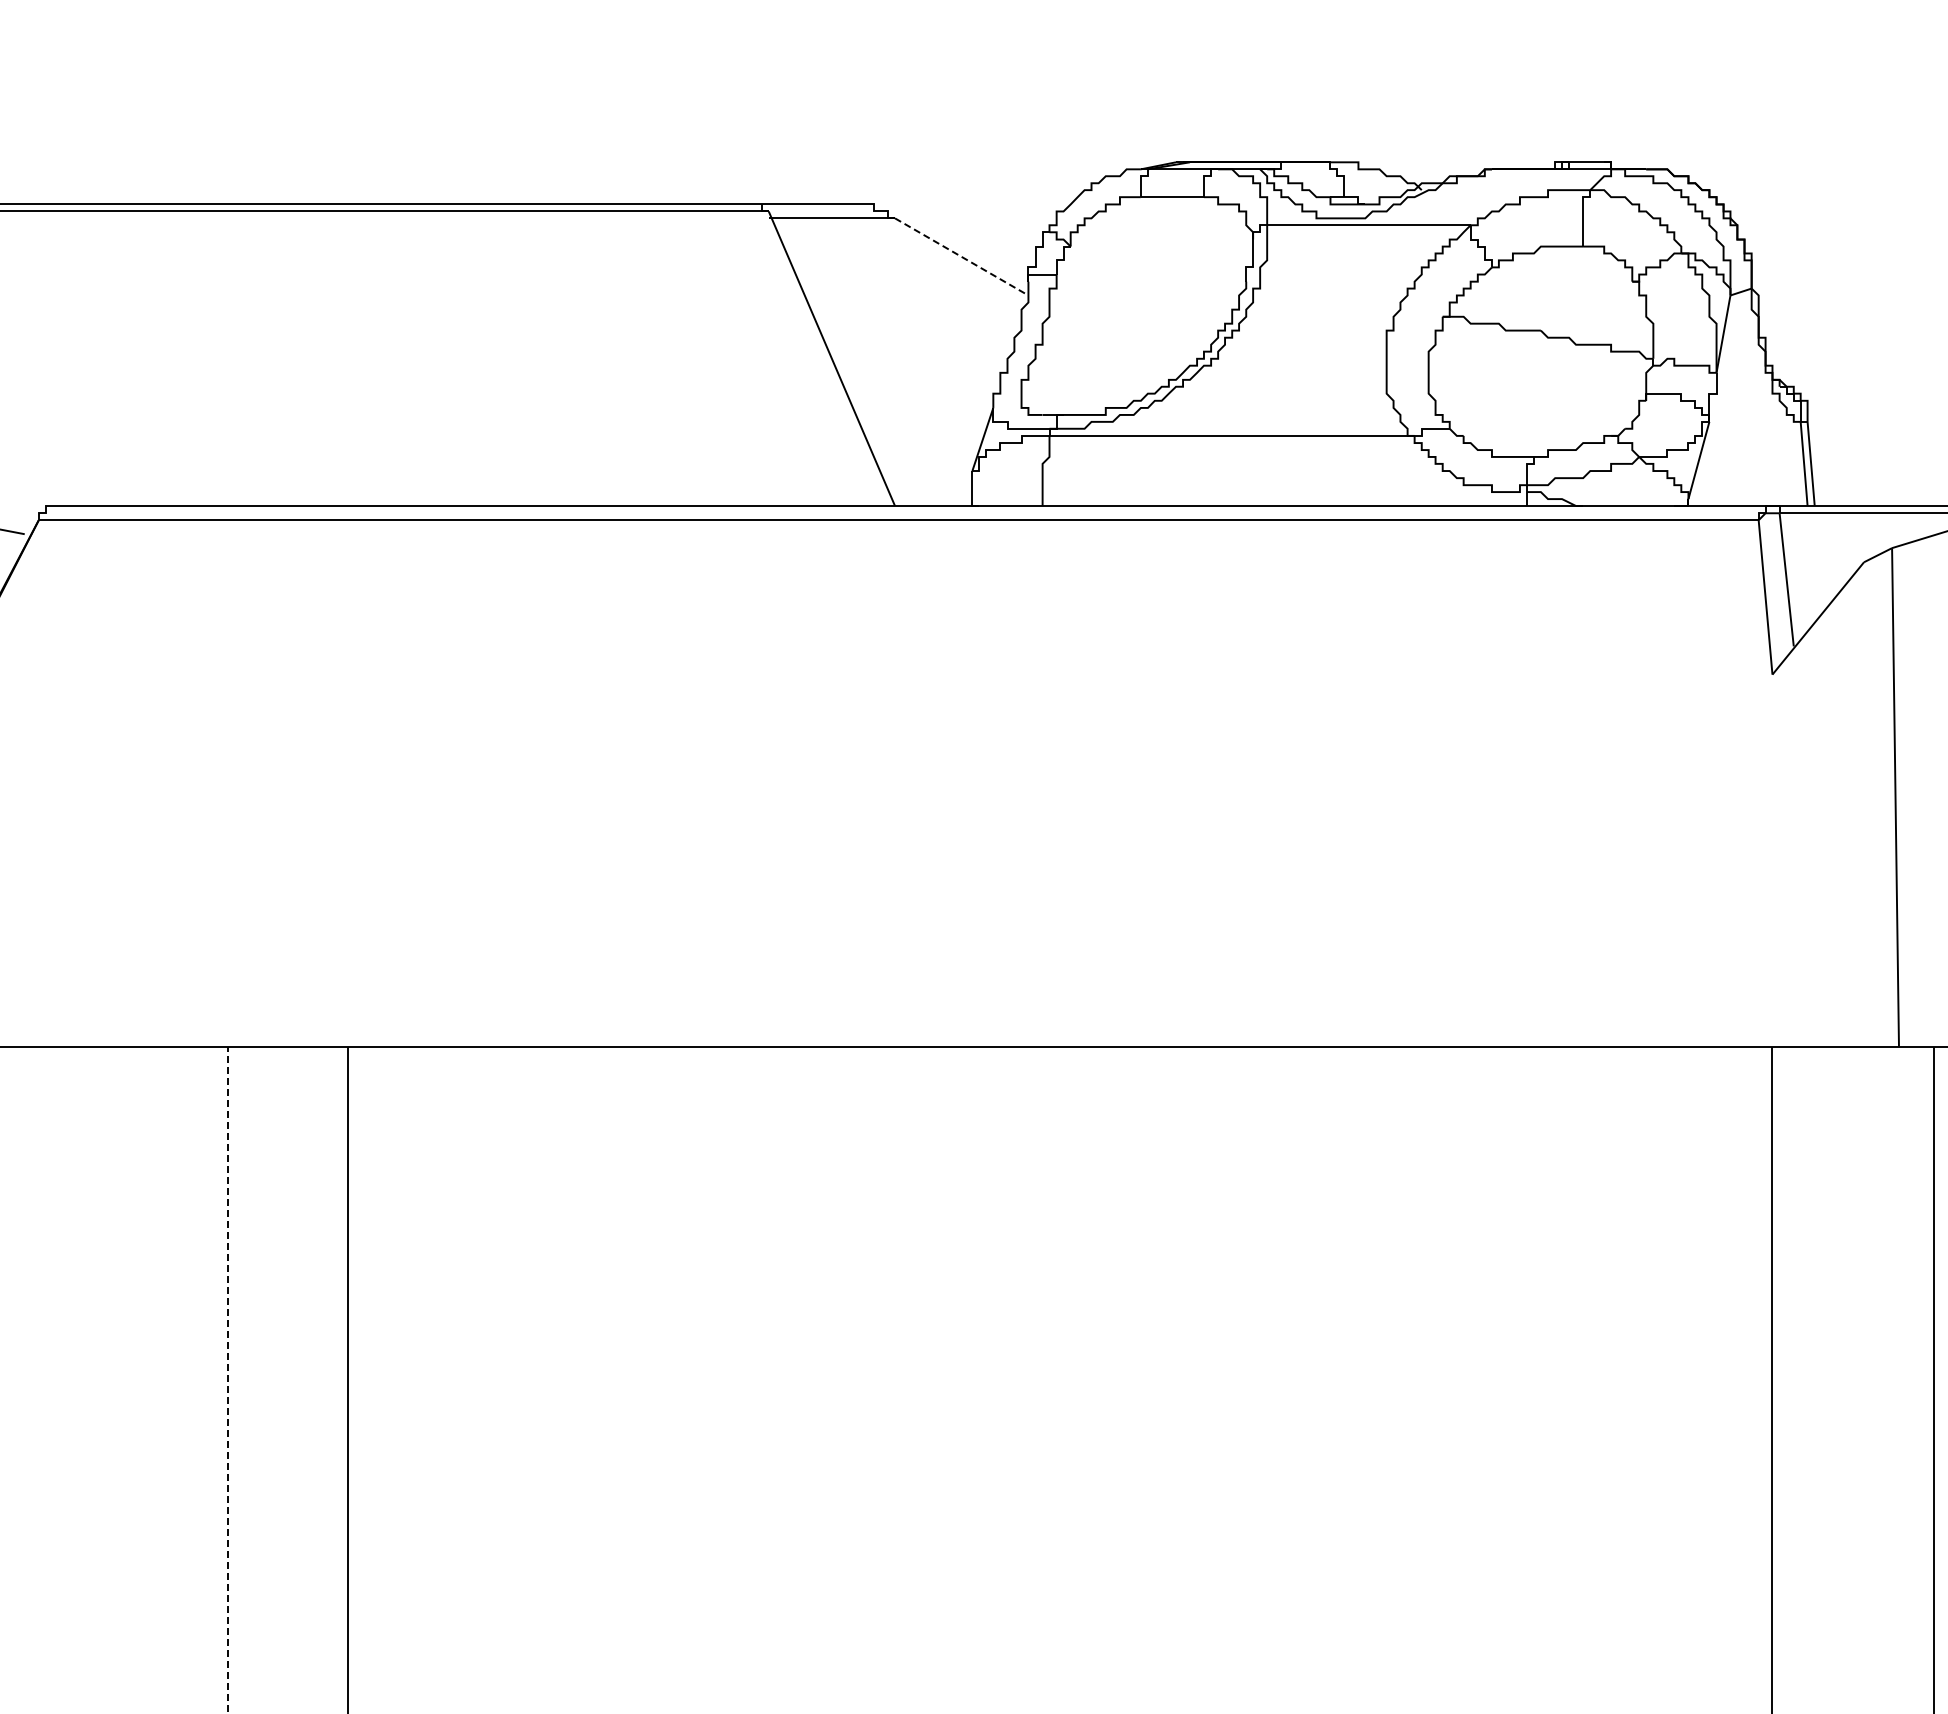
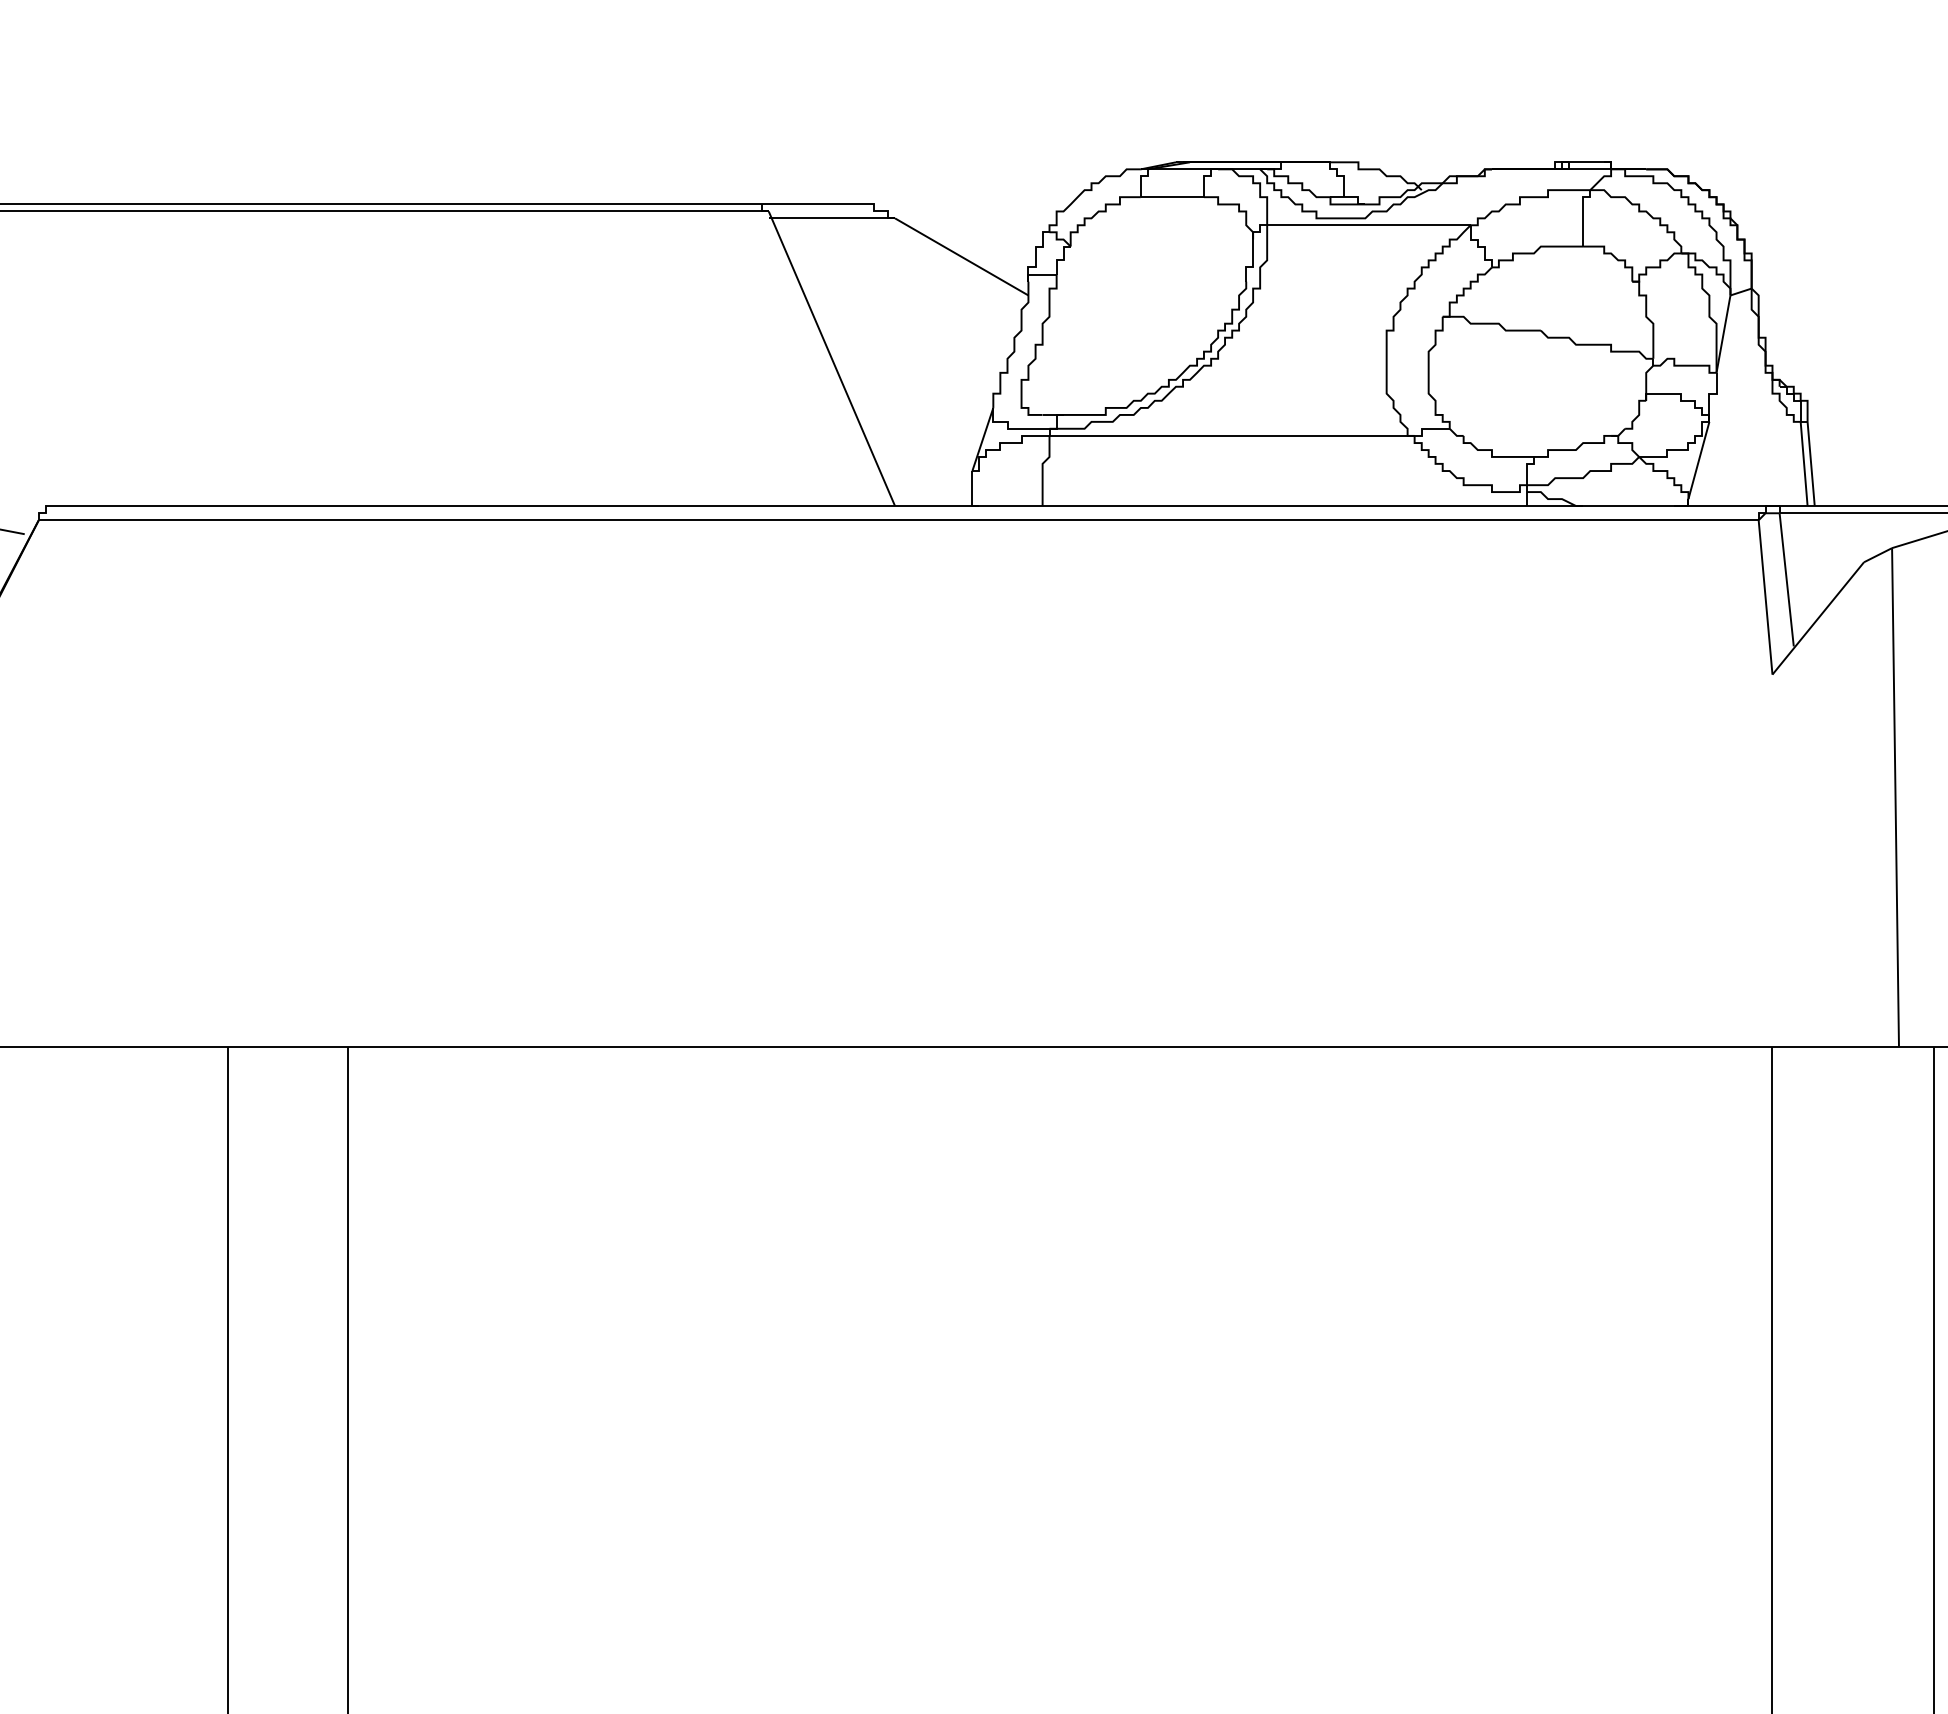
line at (962, 257): dashed -> solid
line at (228, 1379): dashed -> solid
